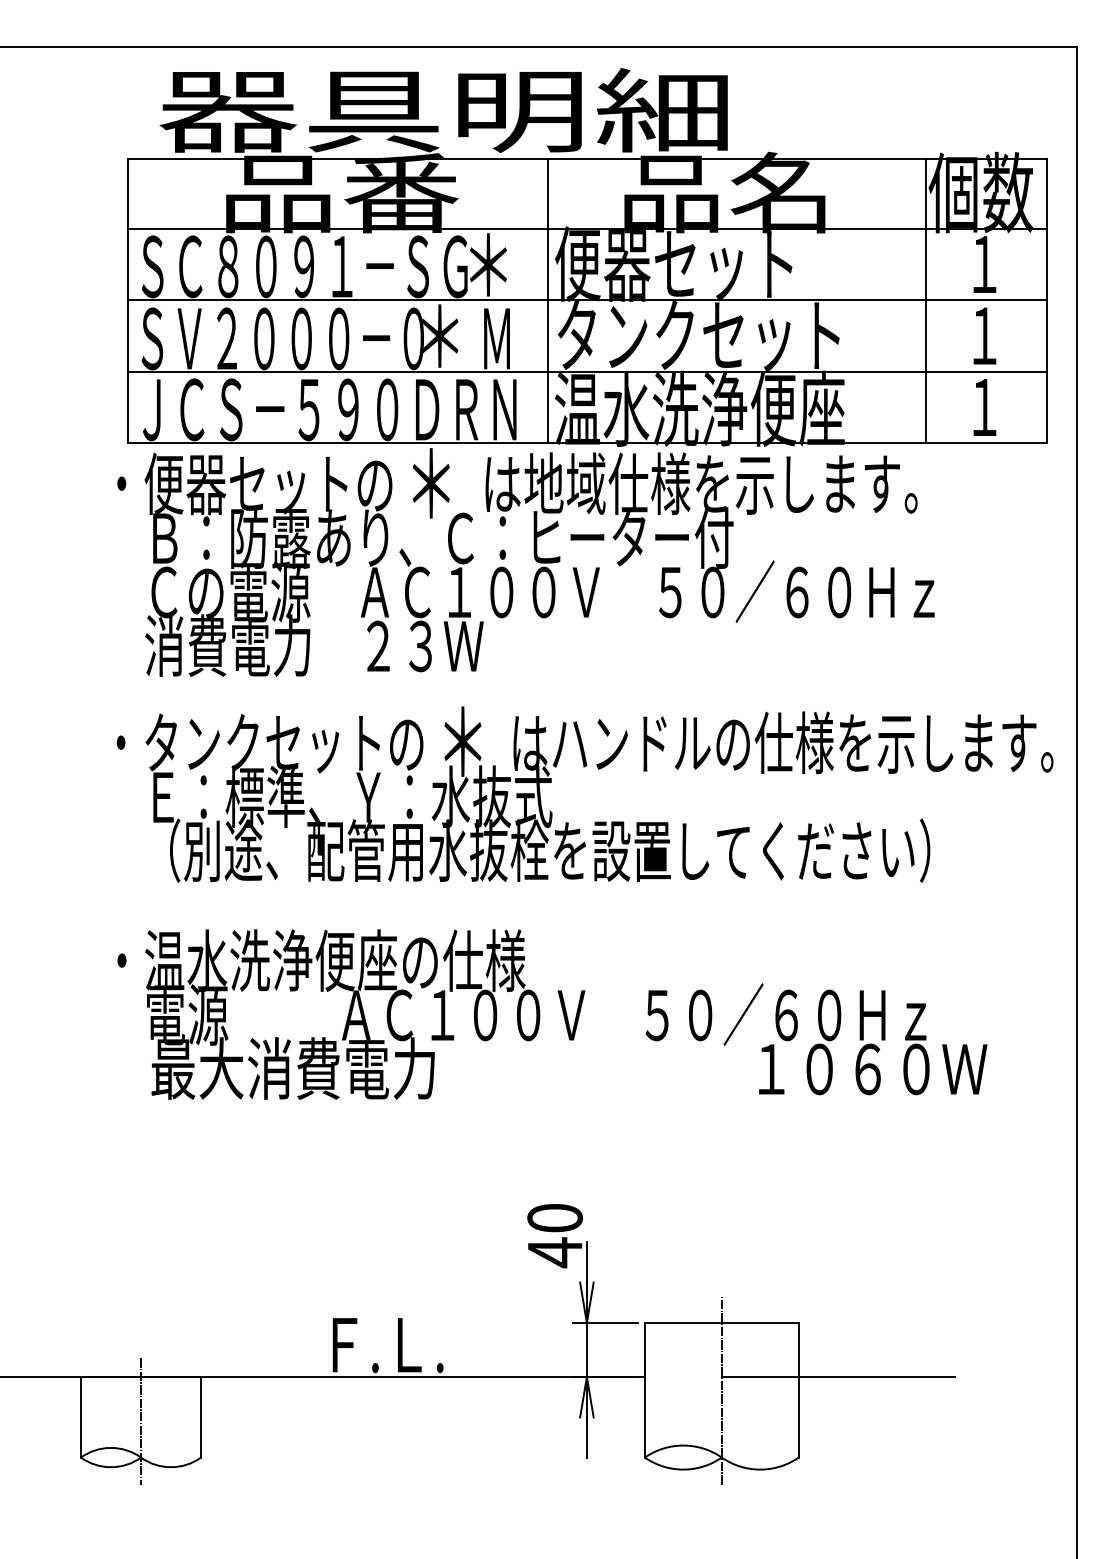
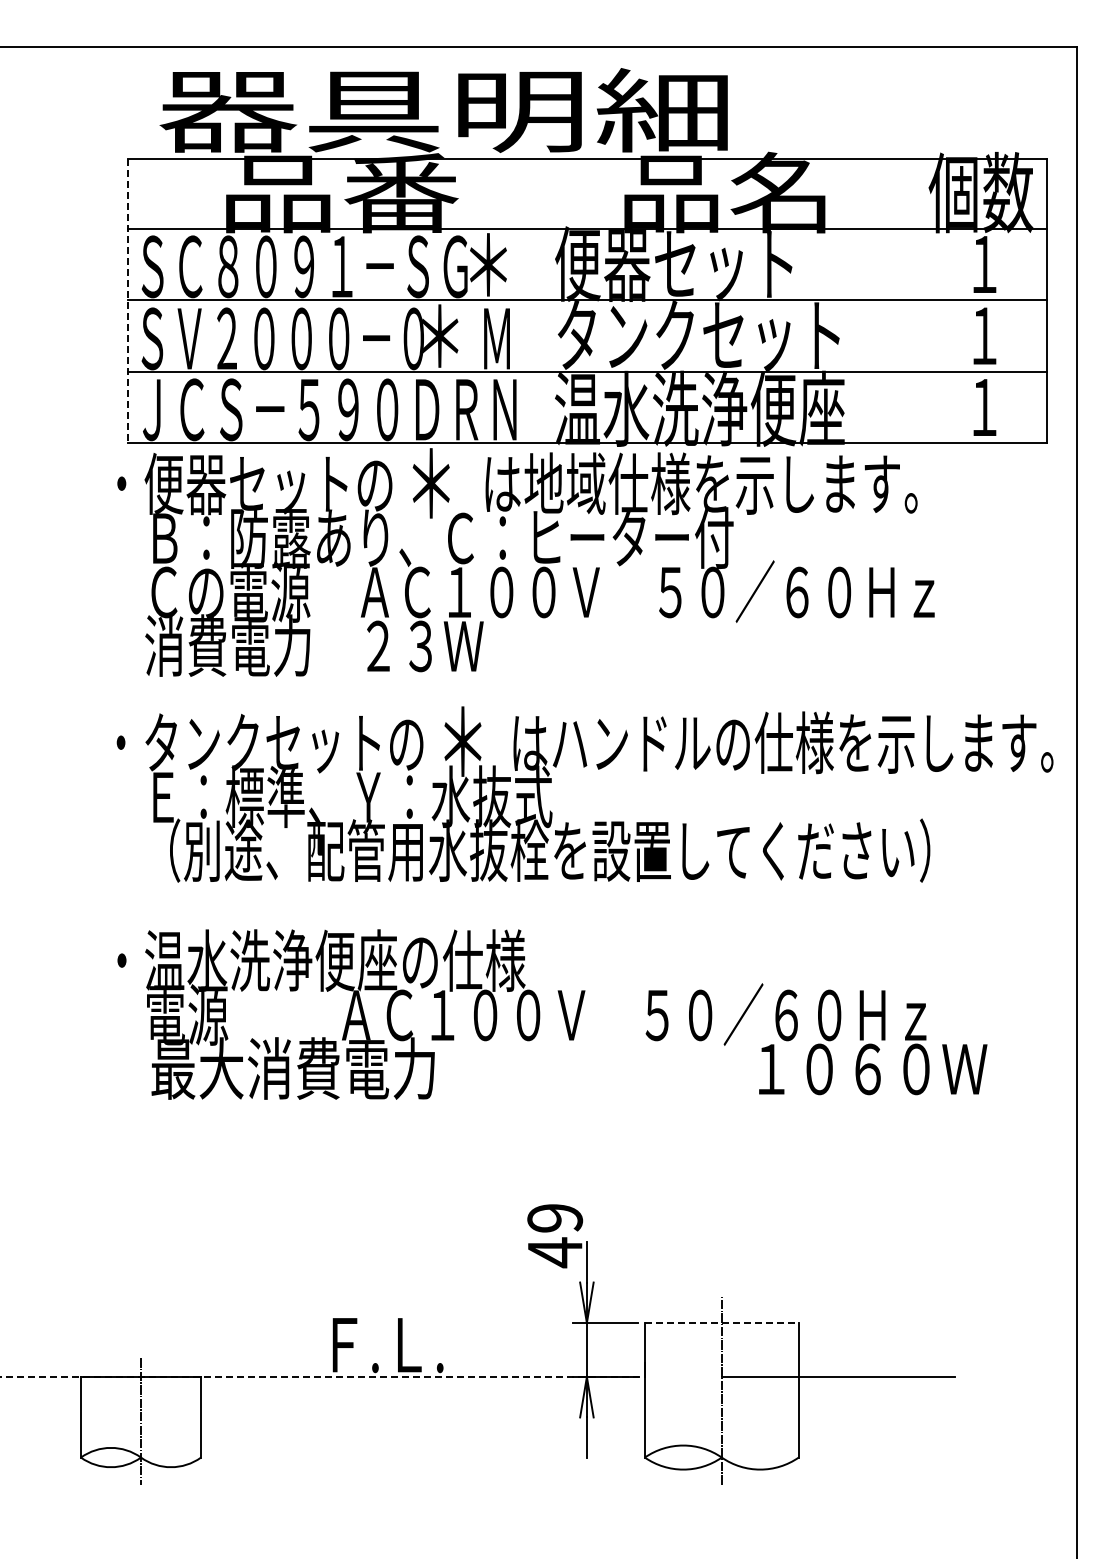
line at (547, 300): present -> none
line at (925, 300): present -> none
line at (128, 301): solid -> dashed
text at (555, 1218): 40 -> 49
line at (721, 1323): solid -> dashed
line at (322, 1376): solid -> dashed
